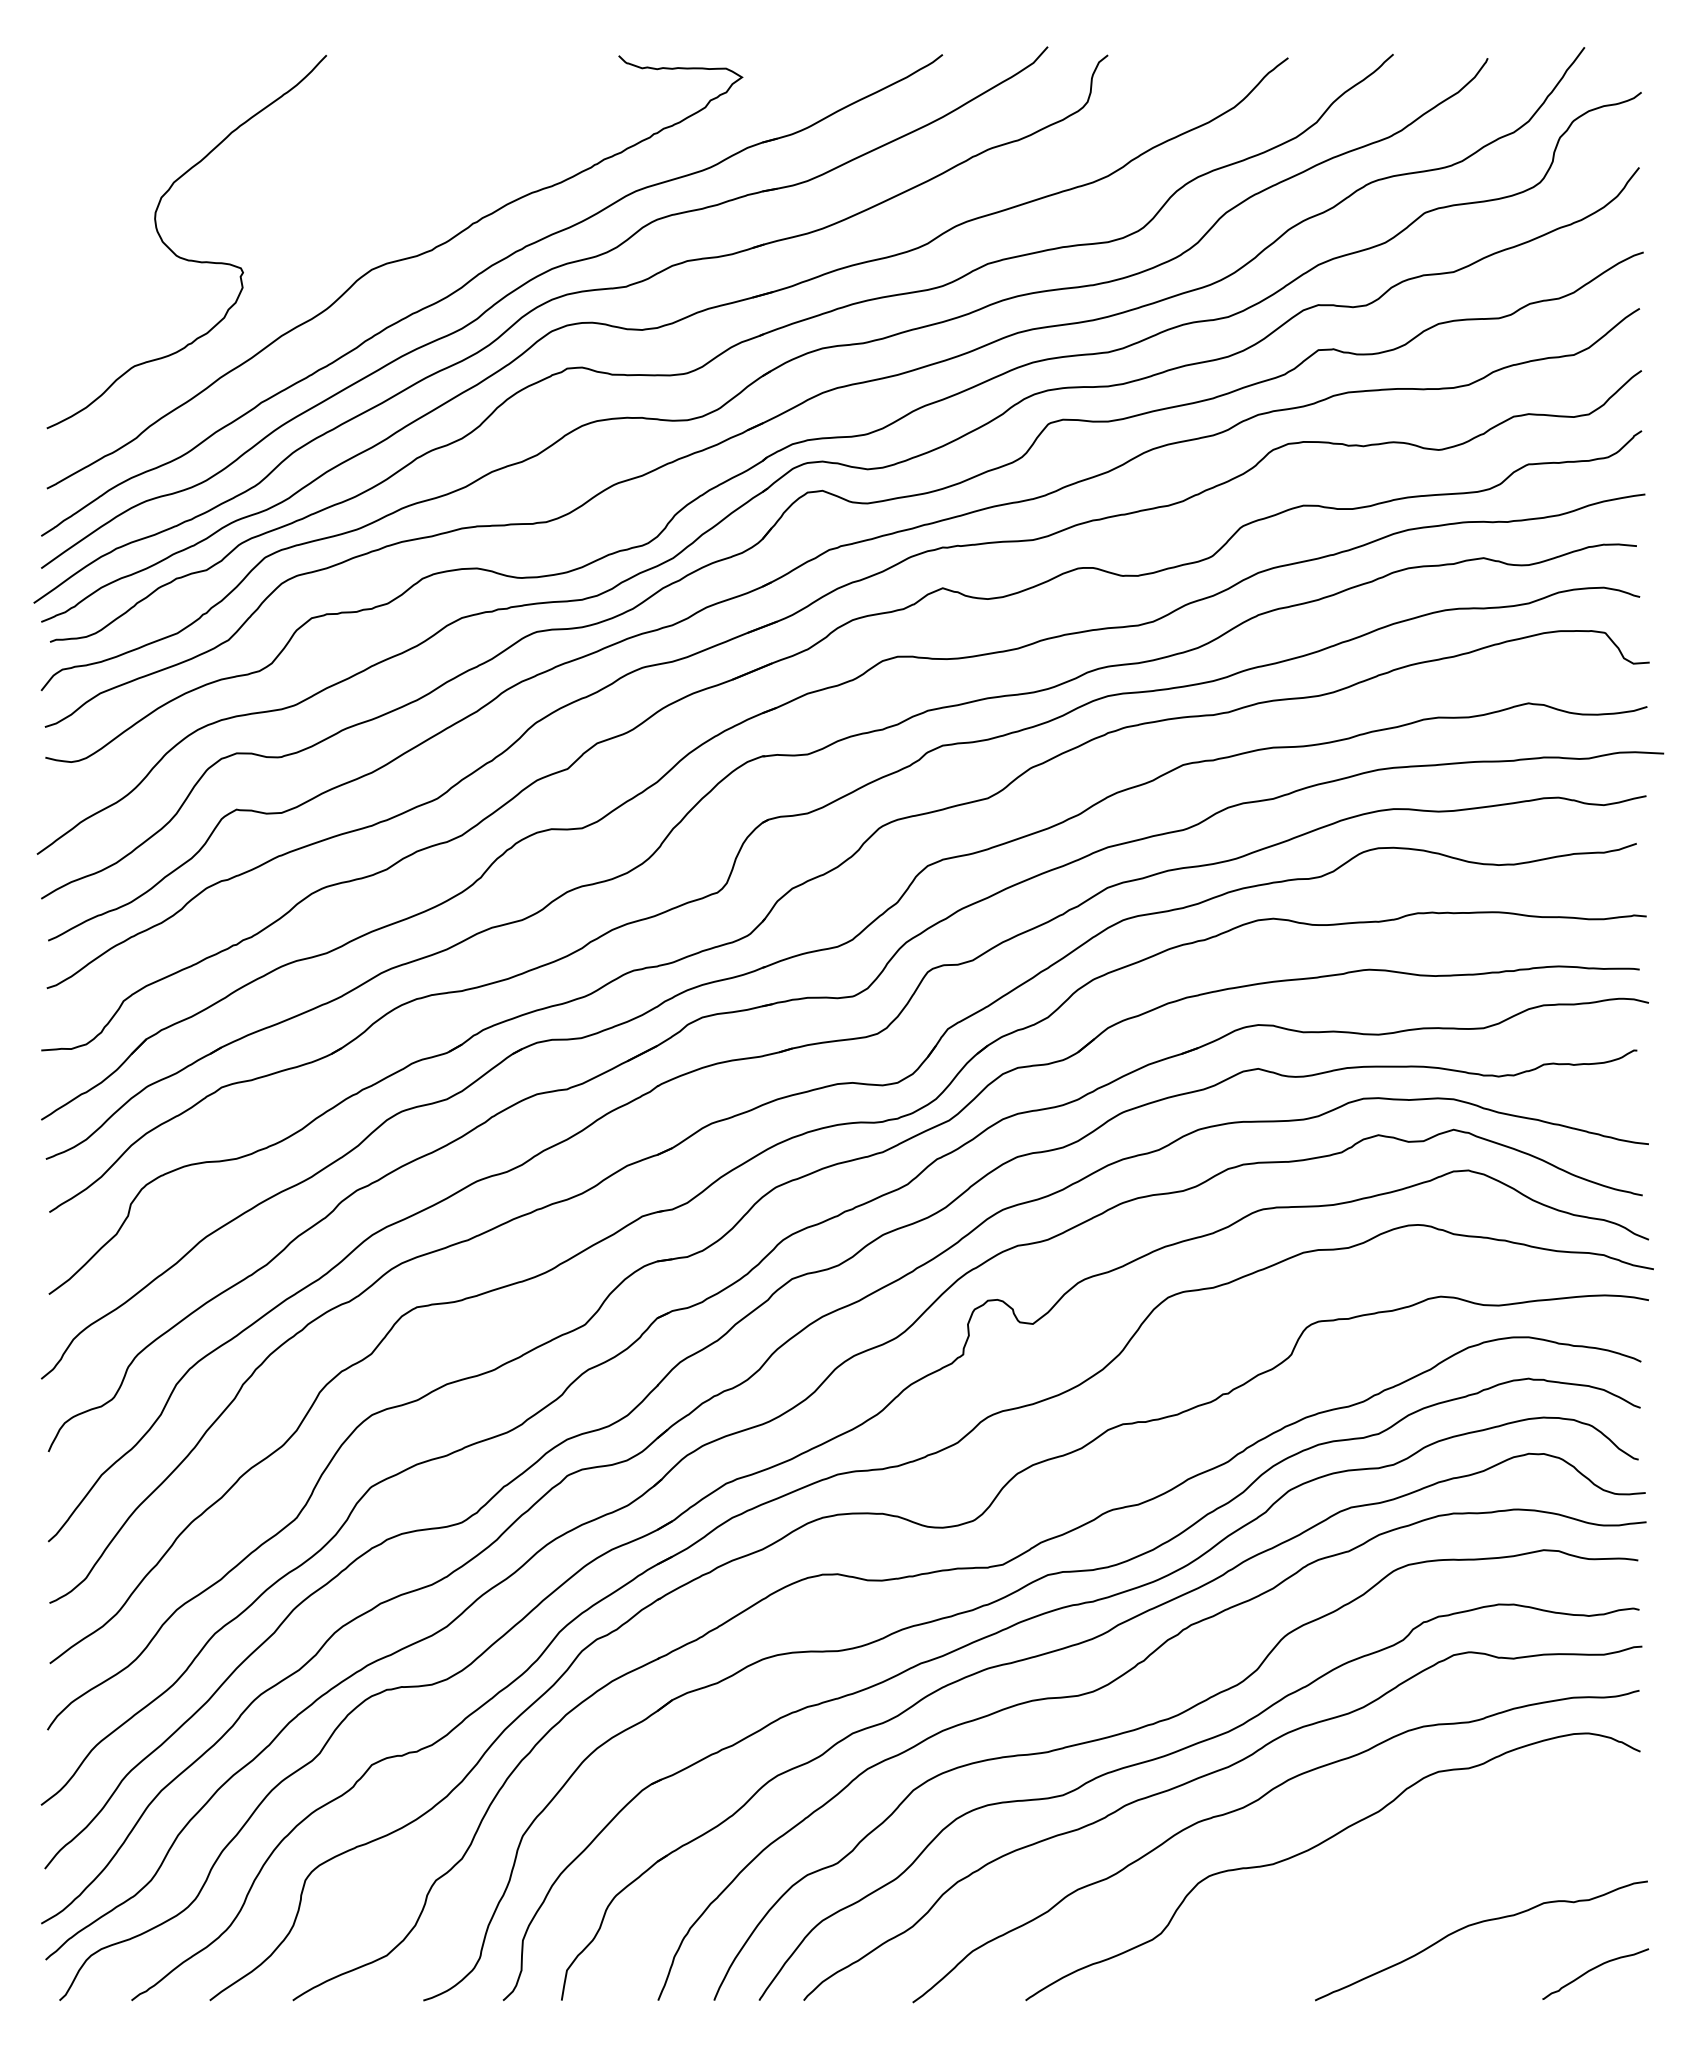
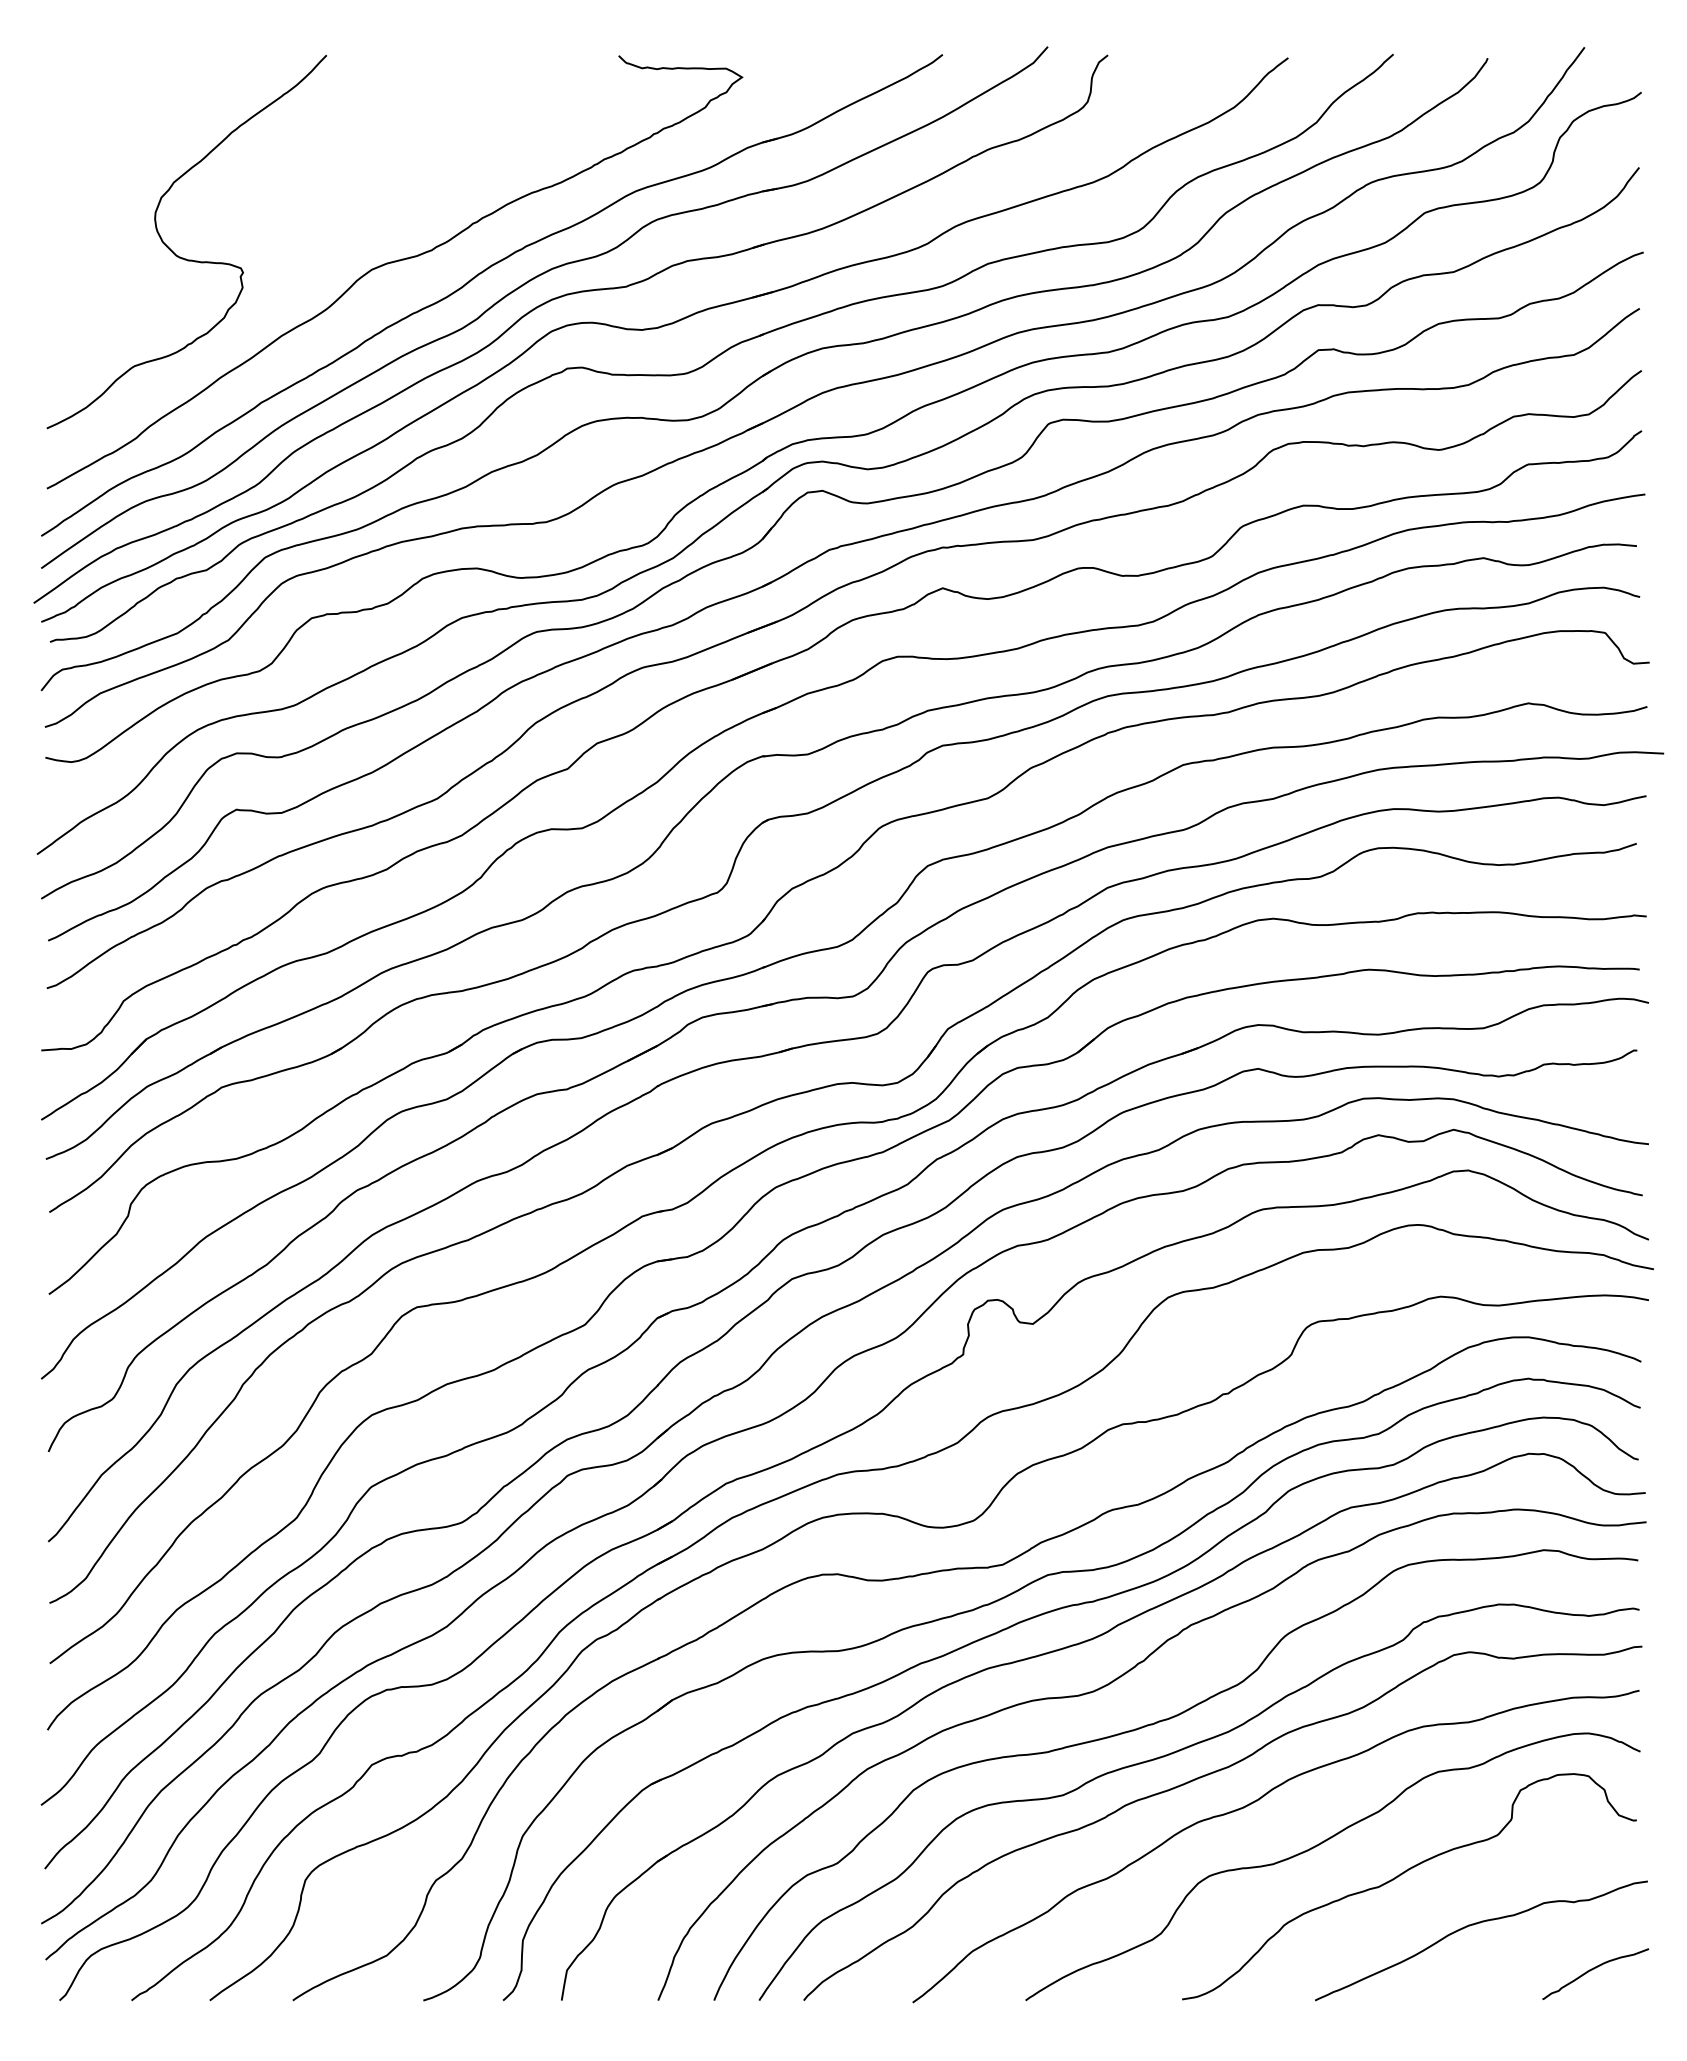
curve at (1401, 1875): none -> present
